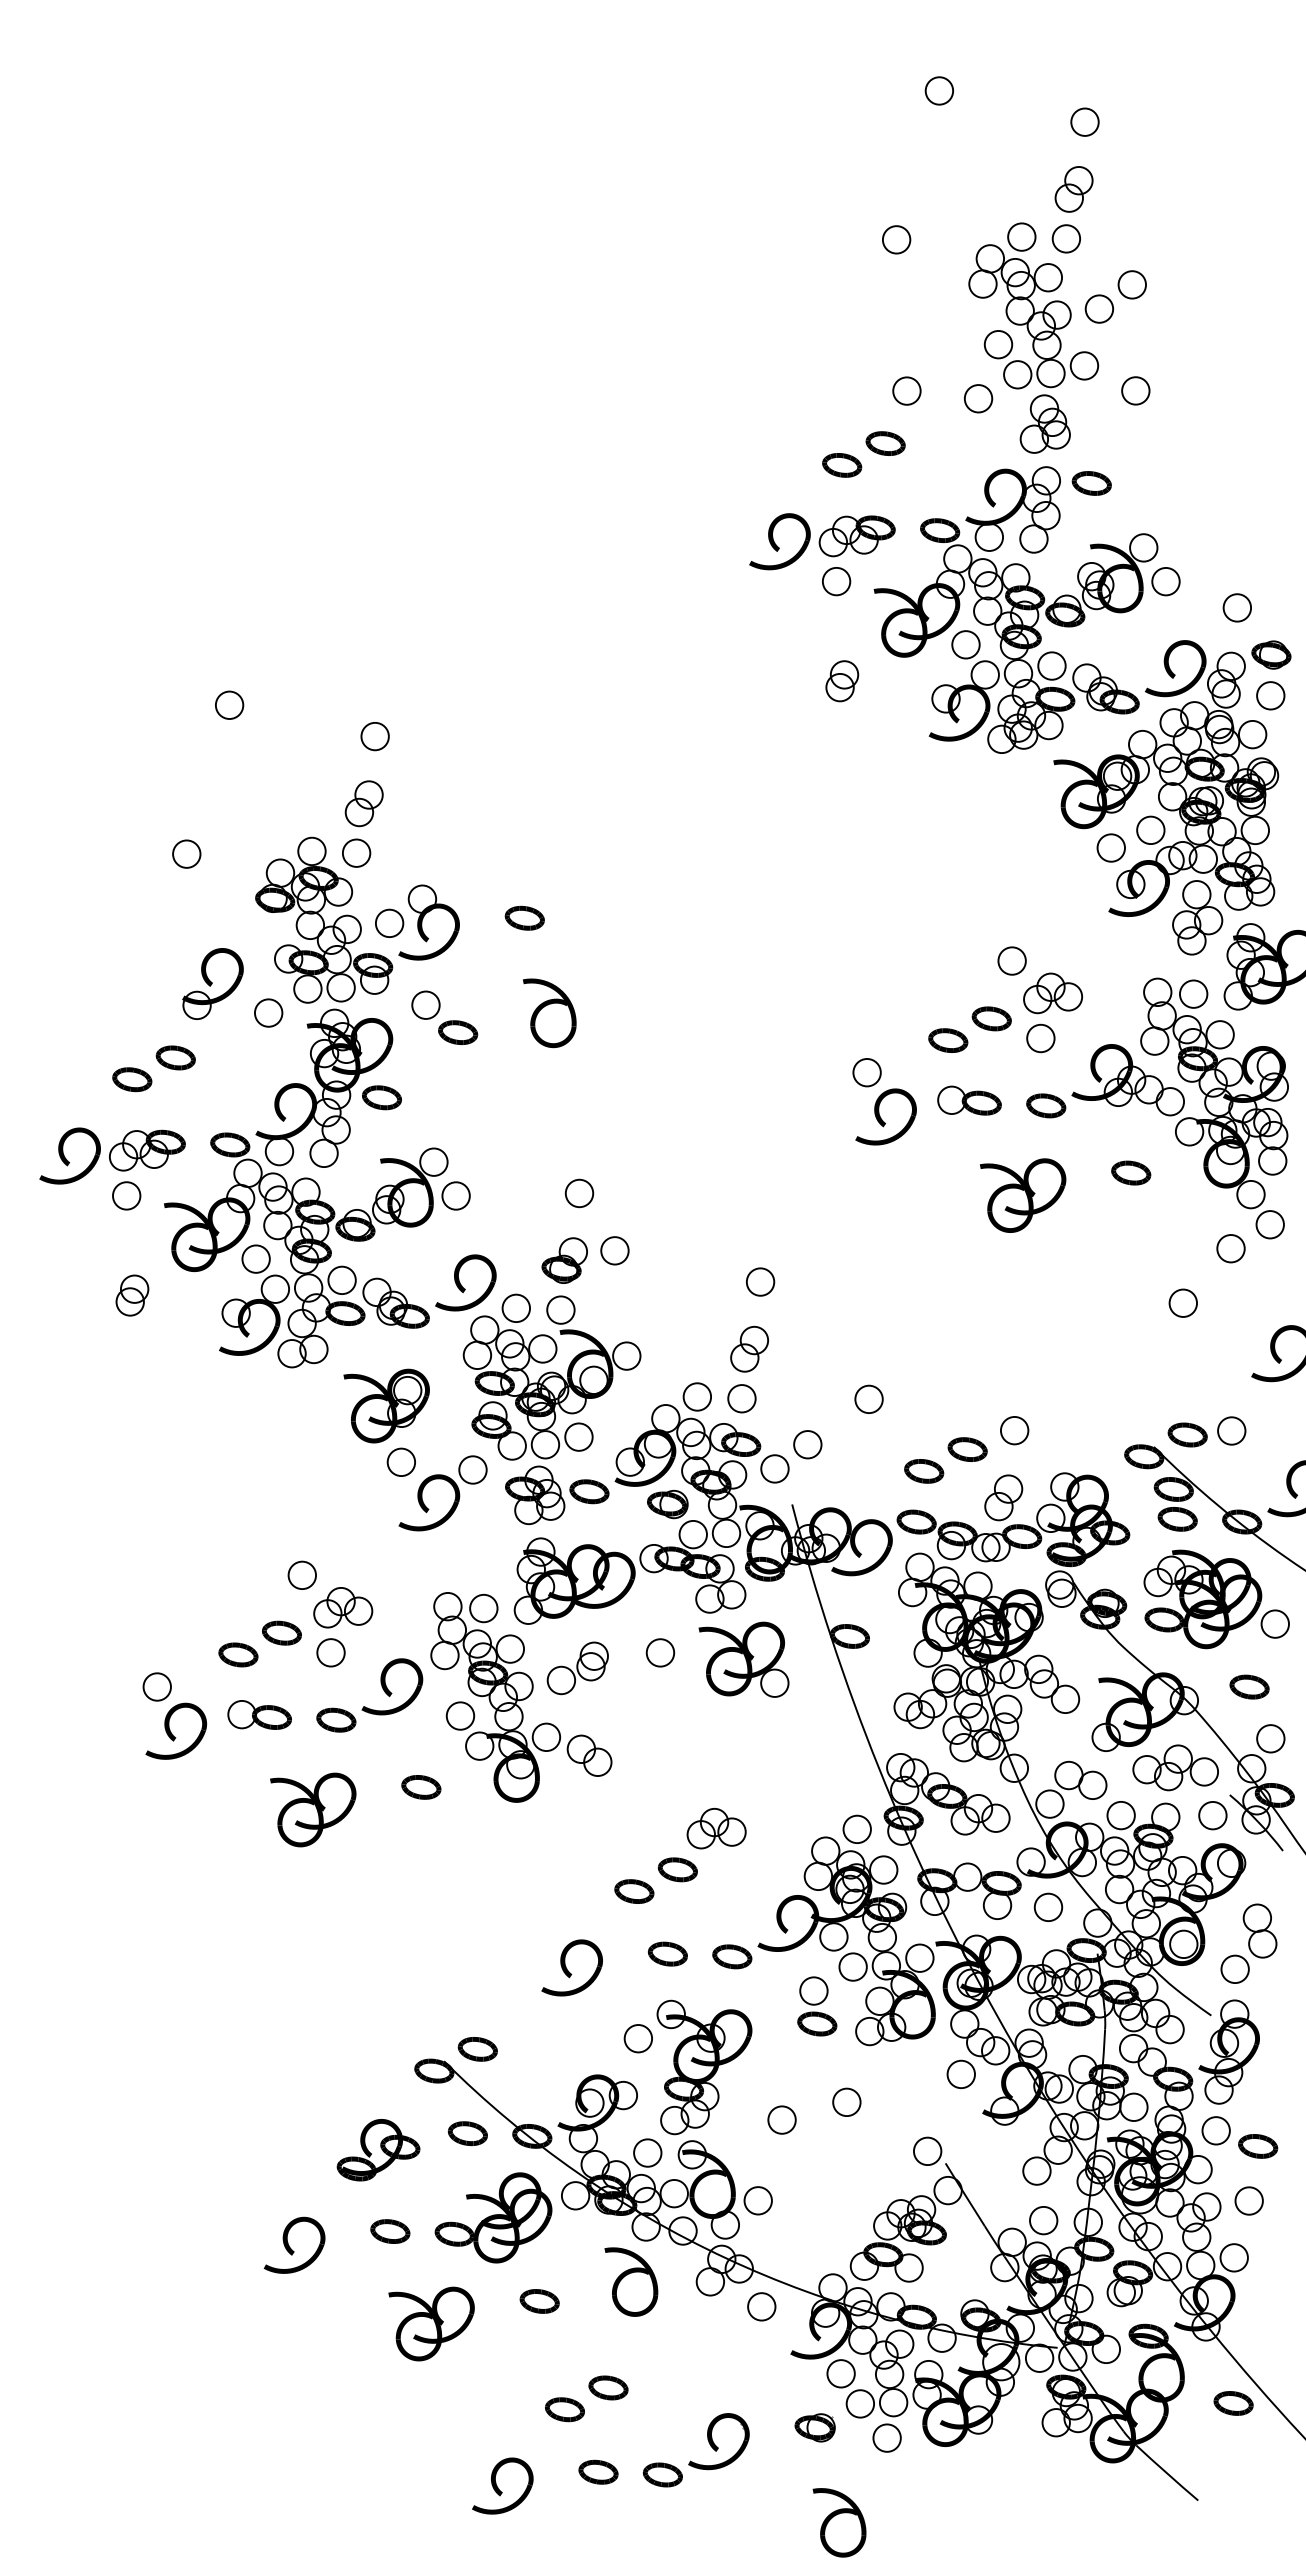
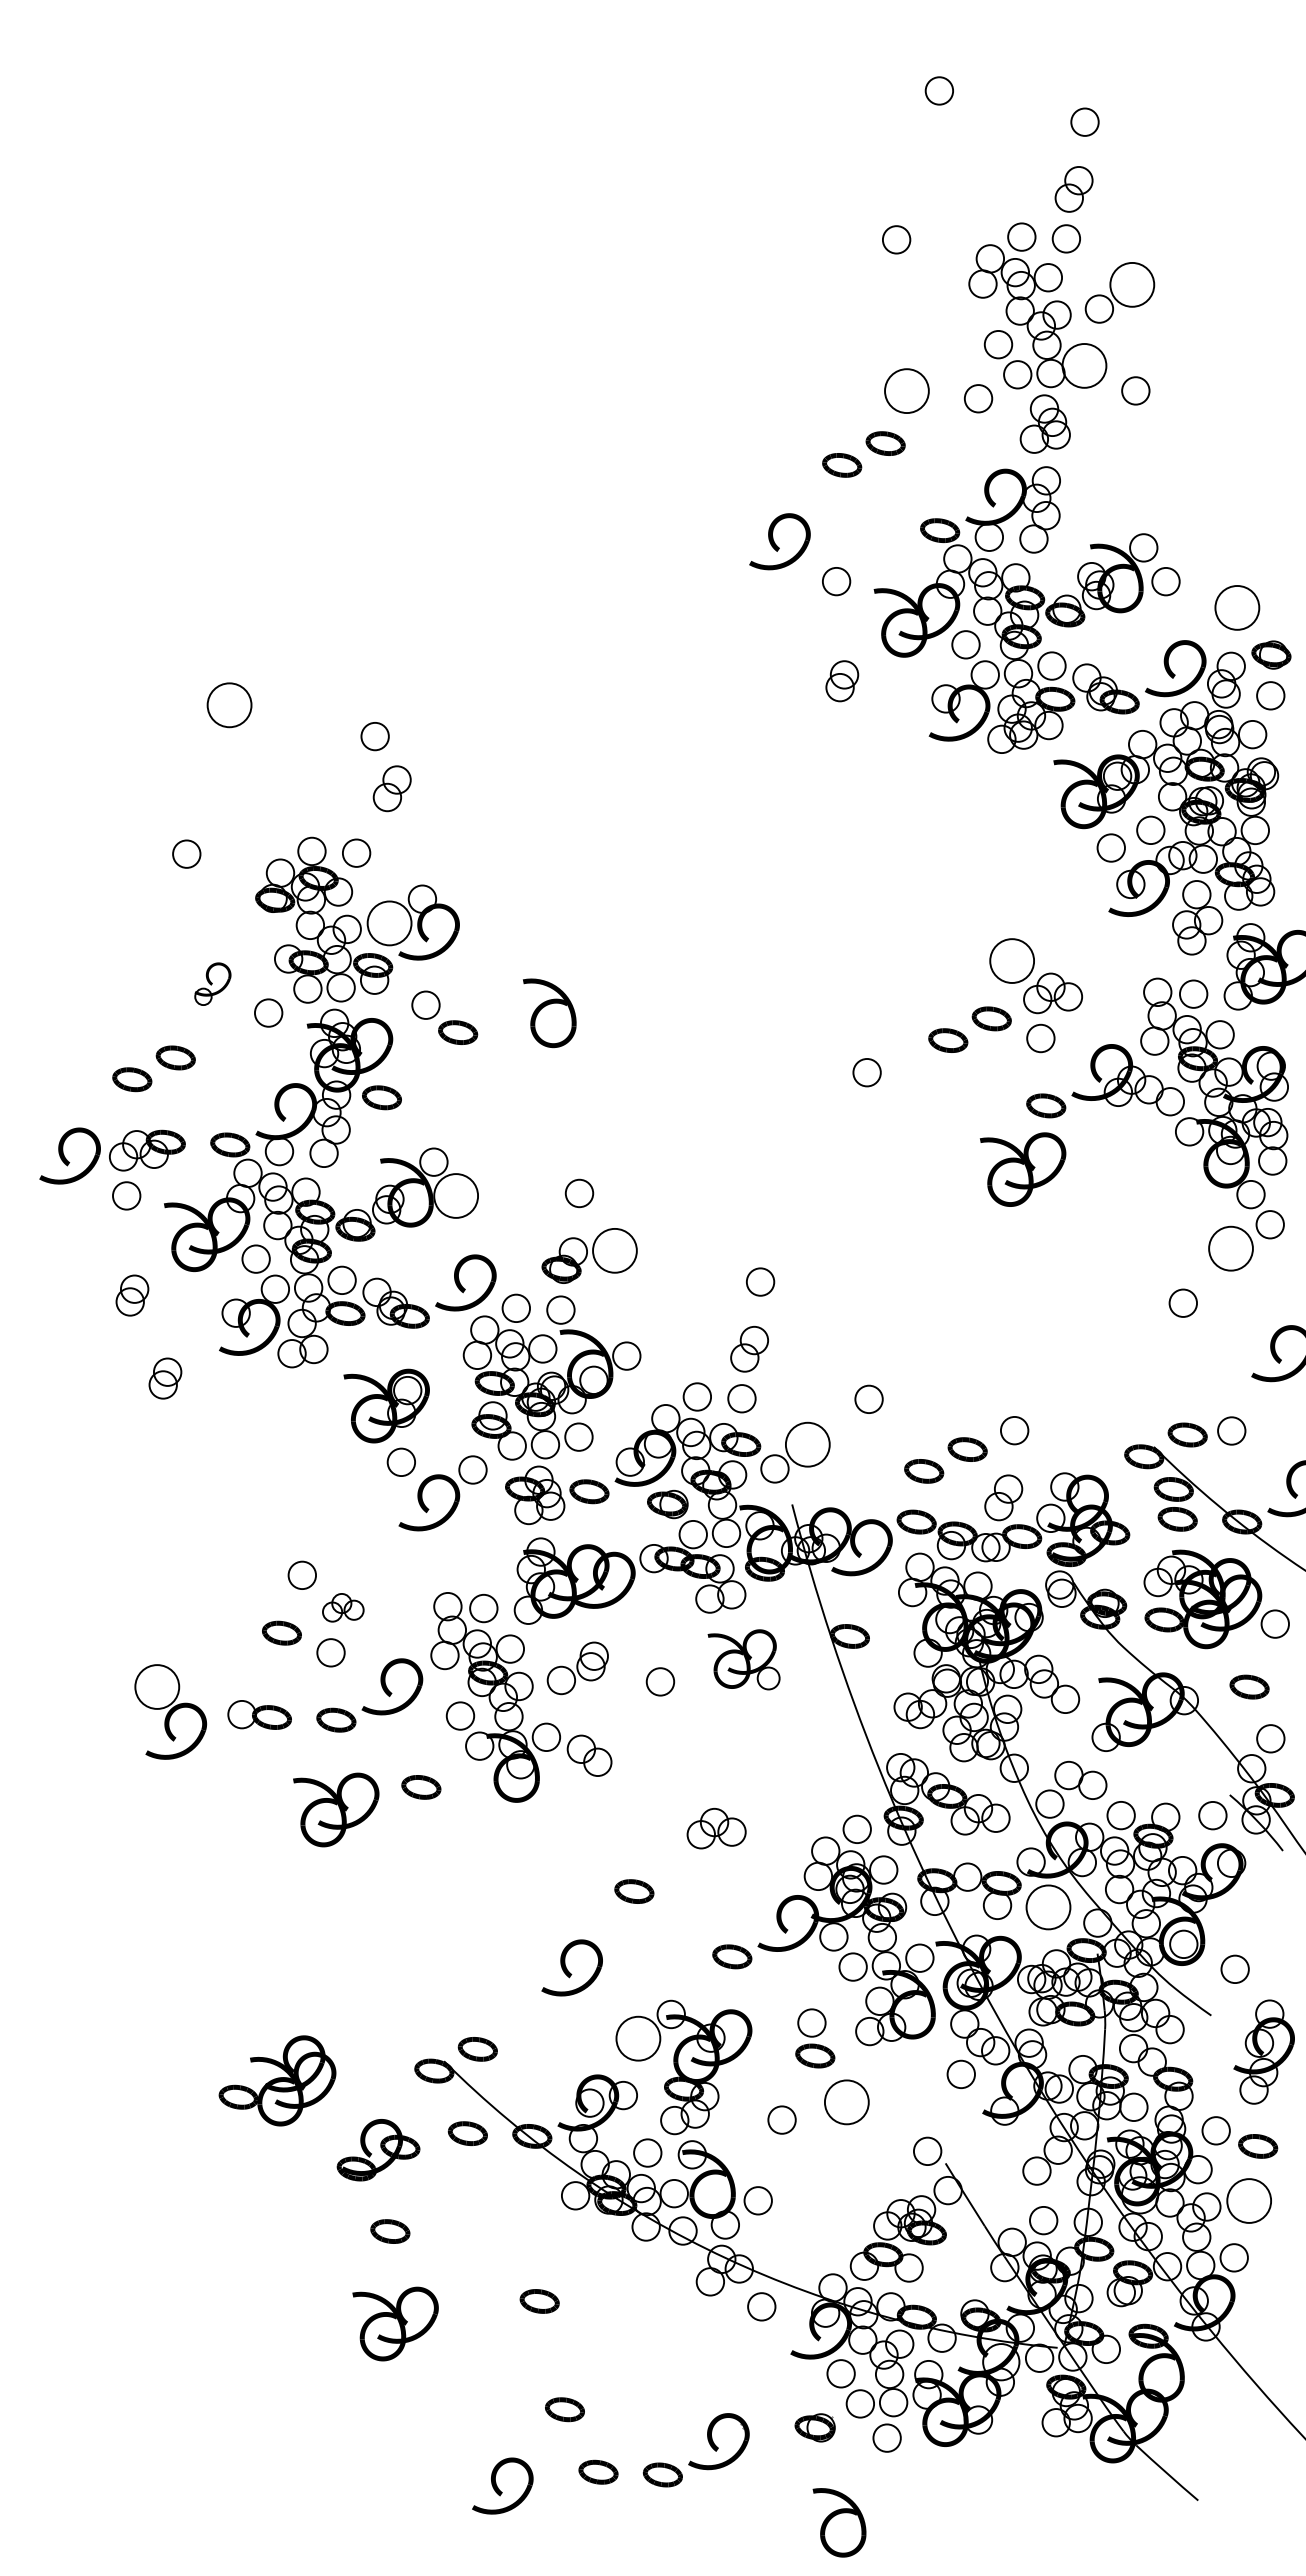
circle at (1132, 284) diameter: 27 px -> 44 px
circle at (1084, 365) diameter: 27 px -> 44 px
circle at (906, 390) diameter: 27 px -> 44 px
part at (1091, 483): present -> none
part at (856, 536): present -> none
circle at (1237, 607) diameter: 27 px -> 44 px
circle at (229, 704) diameter: 27 px -> 44 px
part at (363, 803) position: (363, 803) -> (391, 788)
part at (524, 917): present -> none
circle at (389, 923) diameter: 27 px -> 44 px
circle at (1011, 960) diameter: 27 px -> 44 px
part at (212, 983) size: 62x72 px -> 38x44 px
part at (969, 1100): present -> none
curve at (882, 1119): present -> none
part at (1131, 1172): present -> none
circle at (455, 1195) diameter: 27 px -> 44 px
part at (1023, 1195) position: (1023, 1195) -> (1023, 1169)
circle at (1230, 1248) diameter: 27 px -> 44 px
circle at (614, 1250) diameter: 27 px -> 44 px
part at (165, 1378): none -> present
circle at (807, 1444) diameter: 27 px -> 44 px
part at (343, 1607) size: 61x42 px -> 43x30 px
circle at (660, 1652) position: (660, 1652) -> (660, 1681)
part at (238, 1654): present -> none
part at (743, 1659) size: 92x77 px -> 74x62 px
circle at (156, 1686) diameter: 27 px -> 44 px
part at (1175, 1767): present -> none
part at (313, 1809) position: (313, 1809) -> (336, 1809)
part at (677, 1869): present -> none
circle at (1048, 1907) diameter: 27 px -> 44 px
part at (1259, 1930): present -> none
part at (667, 1953): present -> none
part at (817, 2006) position: (817, 2006) -> (815, 2038)
circle at (638, 2038) diameter: 27 px -> 44 px
part at (1228, 2051) position: (1228, 2051) -> (1263, 2051)
circle at (846, 2102) diameter: 27 px -> 44 px
circle at (1248, 2200) diameter: 27 px -> 44 px
part at (493, 2217) position: (493, 2217) -> (277, 2080)
curve at (290, 2247): present -> none
curve at (627, 2275): present -> none
part at (431, 2323) position: (431, 2323) -> (395, 2323)
part at (608, 2387): present -> none
part at (1233, 2403): present -> none
